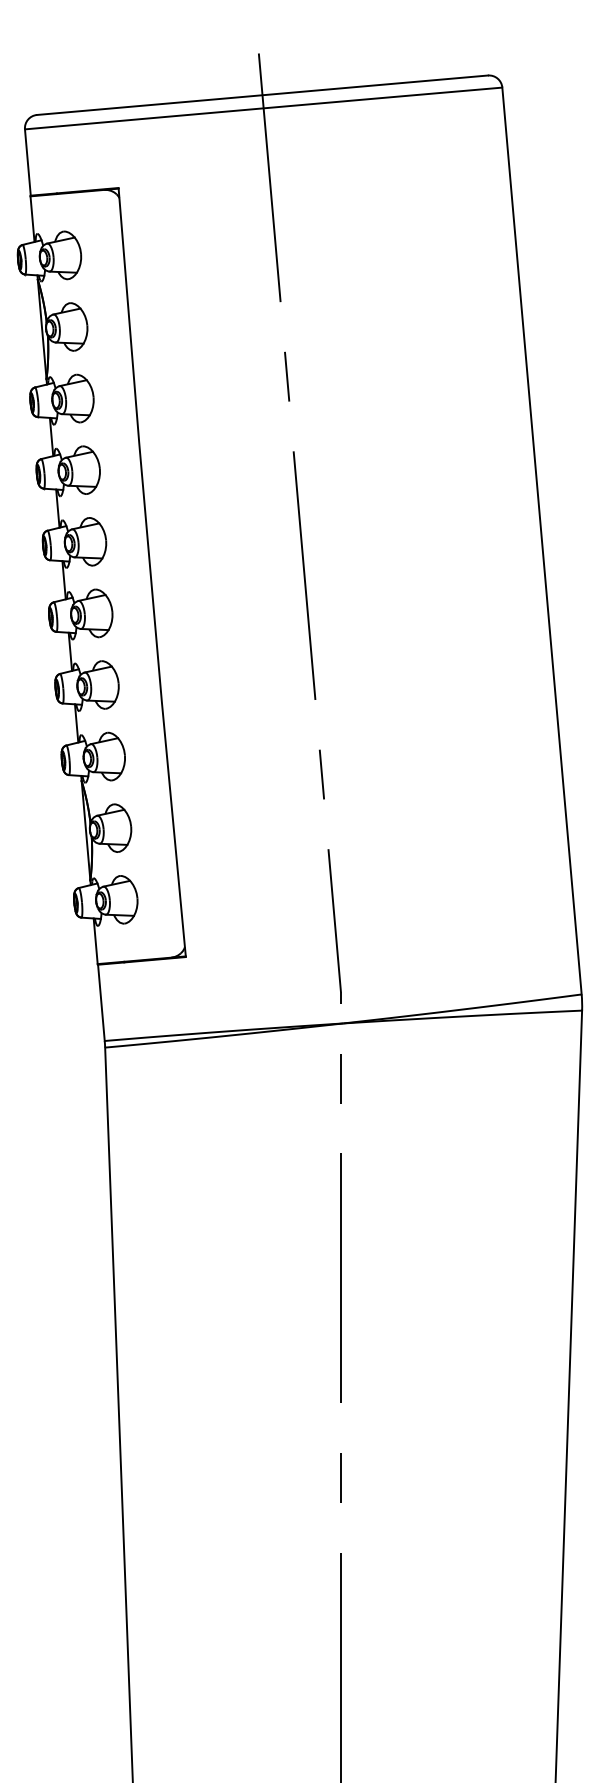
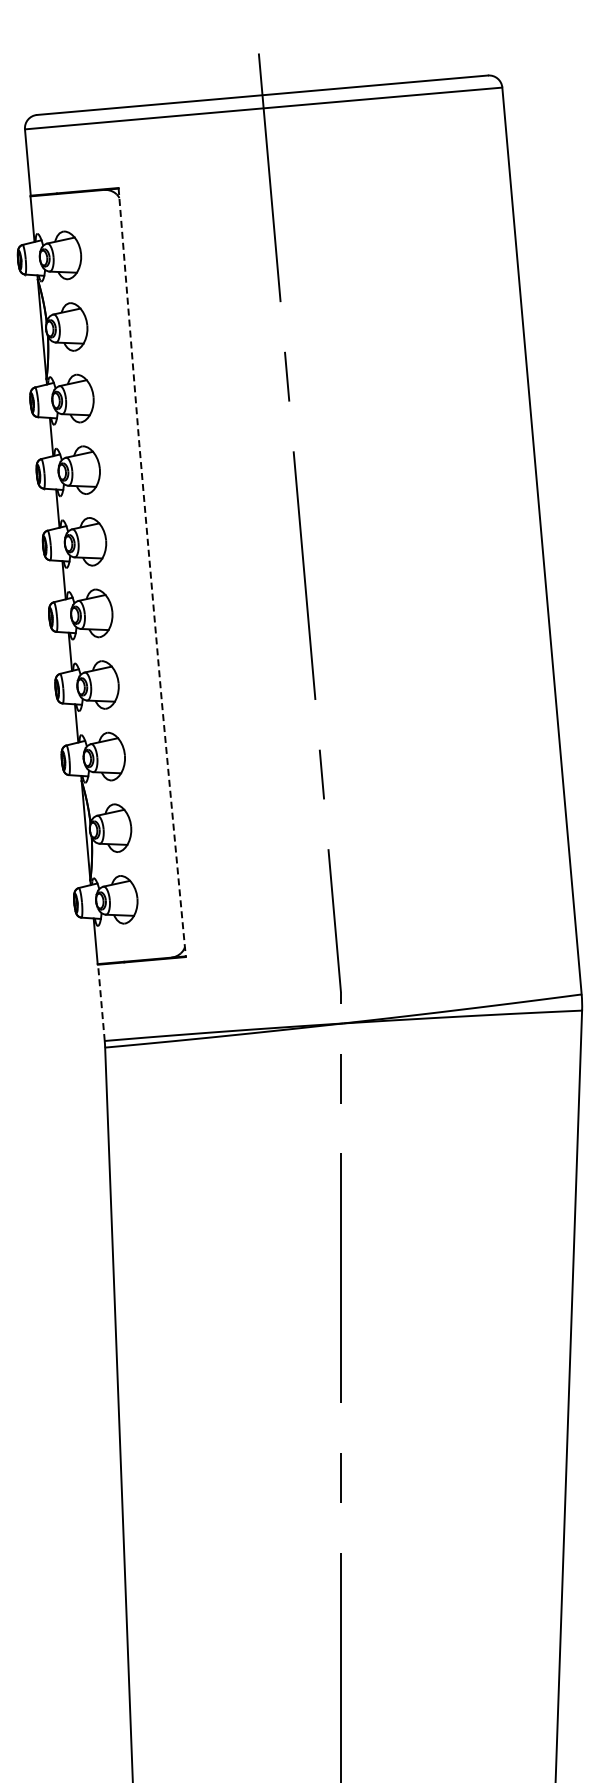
line at (150, 573): solid -> dashed
line at (101, 1002): solid -> dashed
